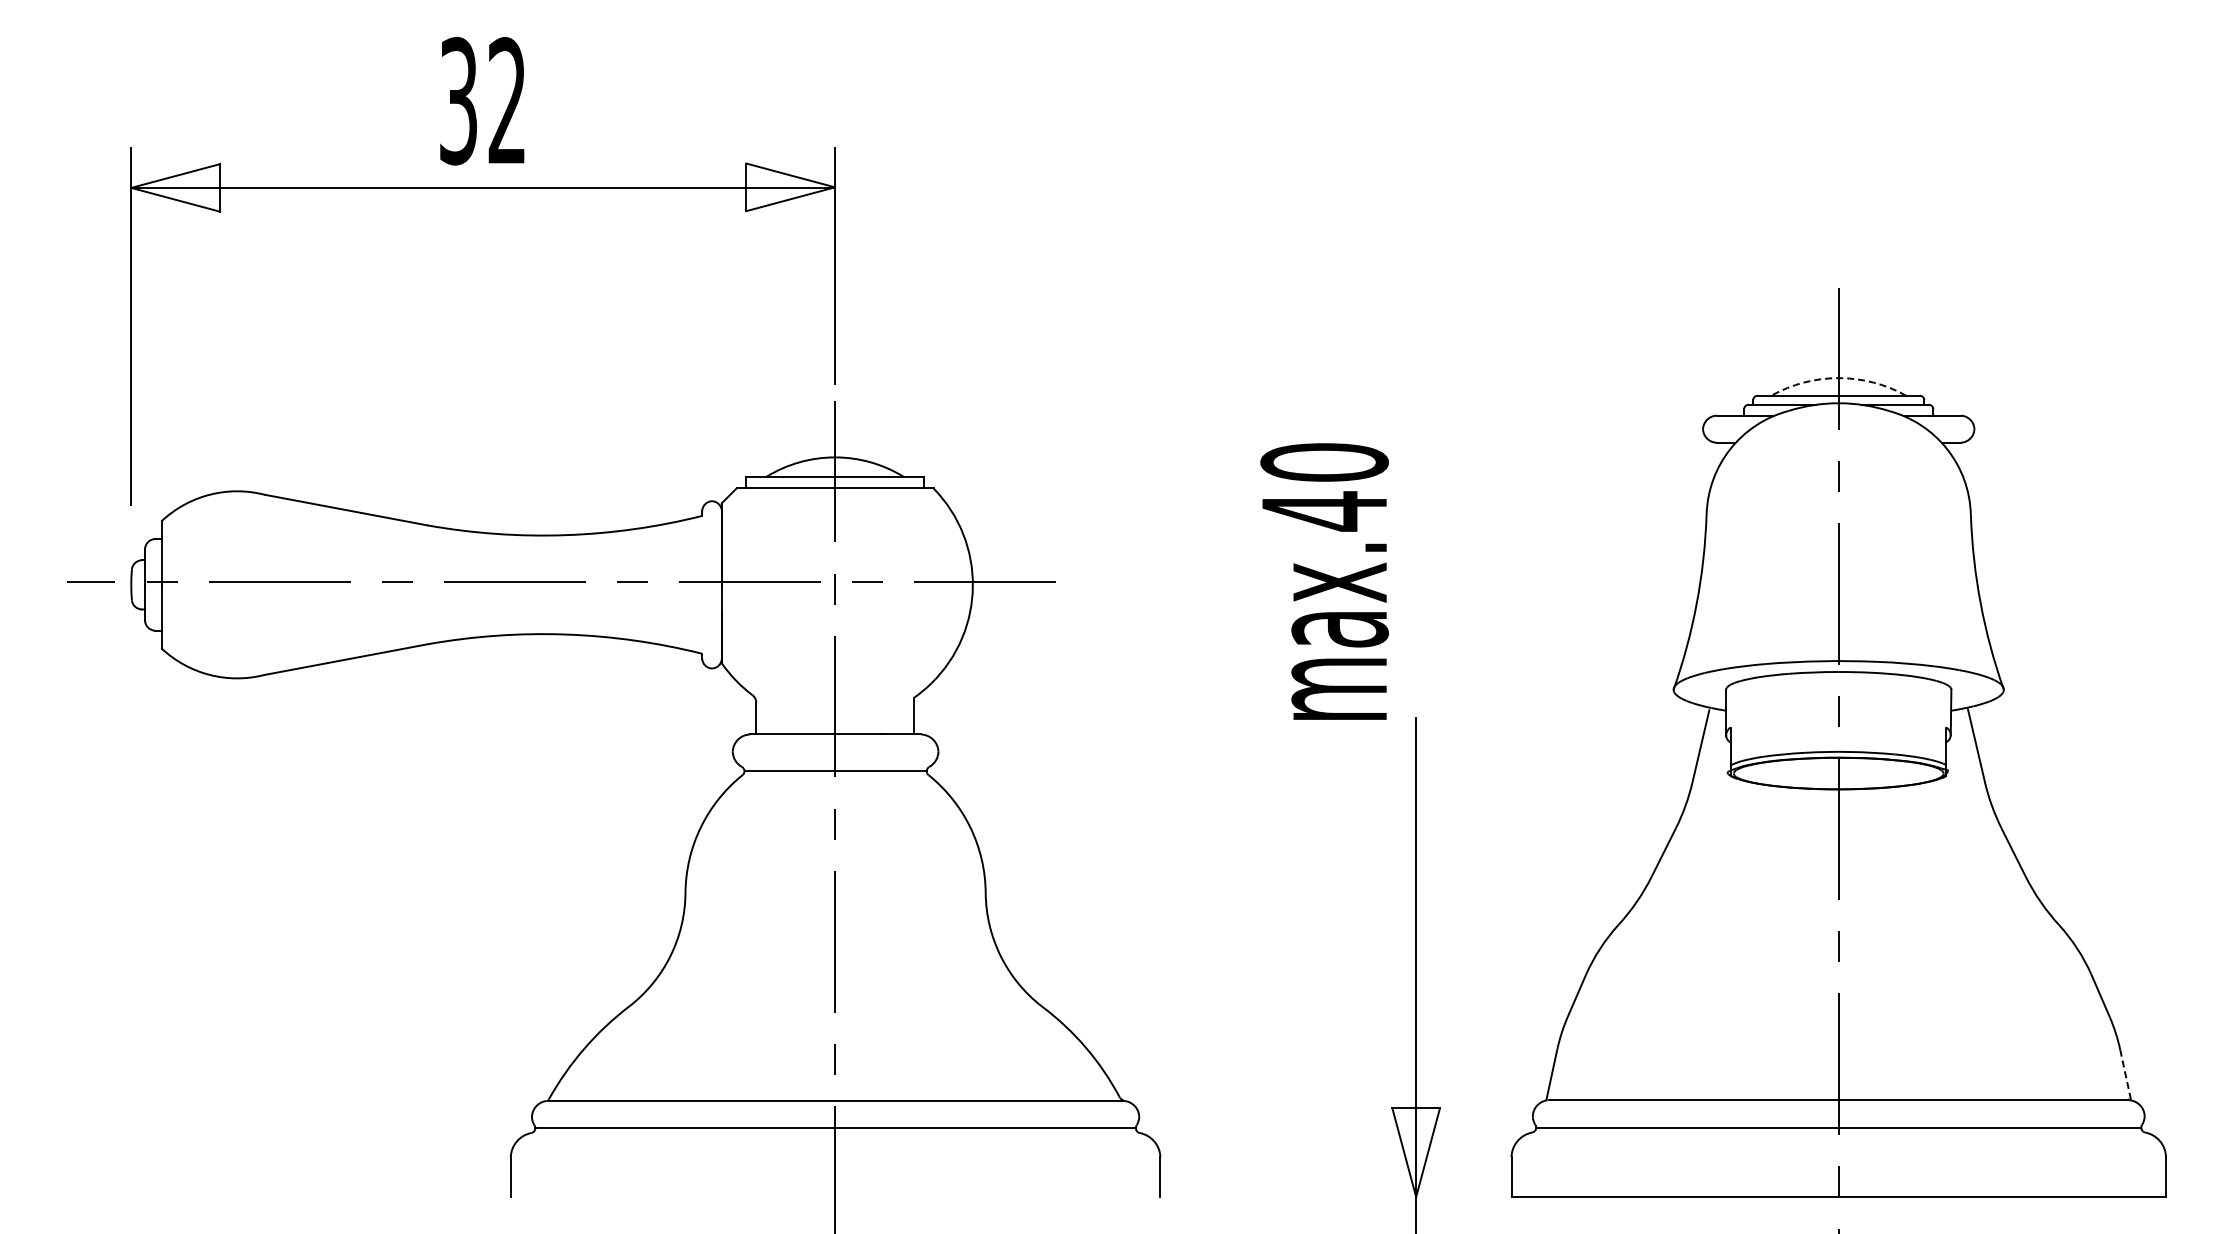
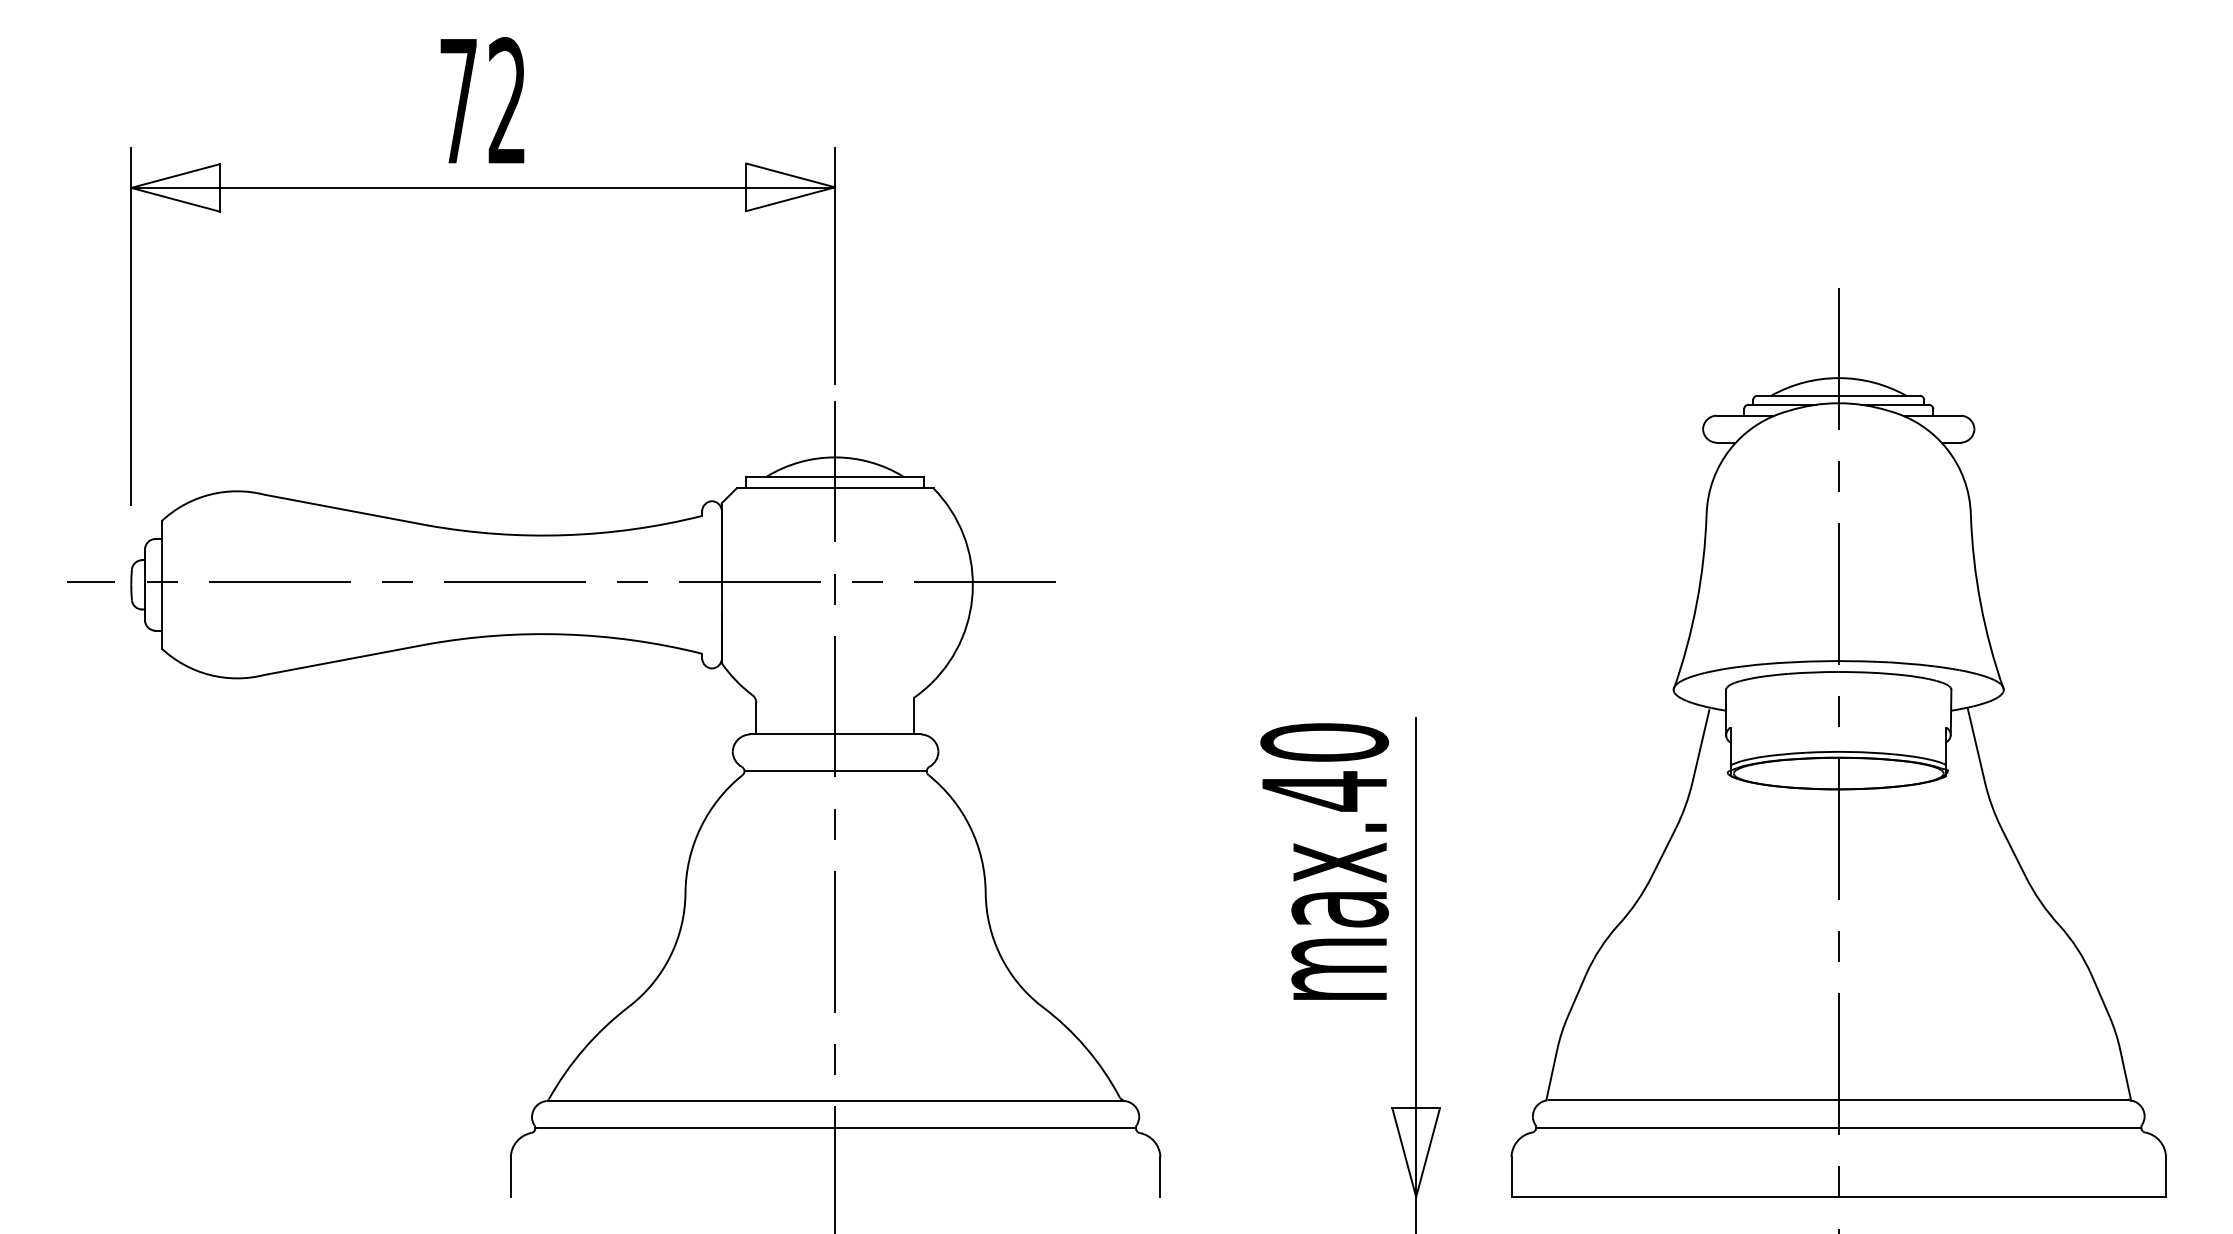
text at (458, 100): 32 -> 72
arc at (1838, 378): dashed -> solid
text at (1324, 581) position: (1324, 581) -> (1324, 861)
line at (2125, 1075): dashed -> solid
